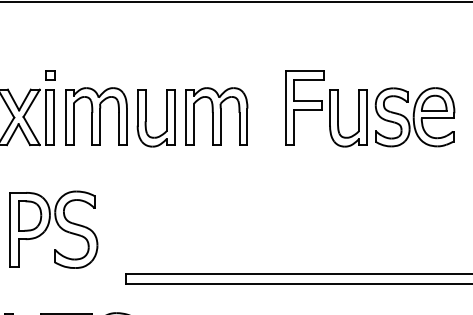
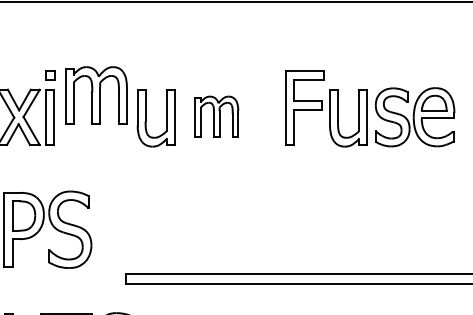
part at (96, 116) position: (96, 116) -> (96, 95)
part at (216, 116) size: 64x59 px -> 46x43 px
part at (53, 229) position: (53, 229) -> (47, 229)
